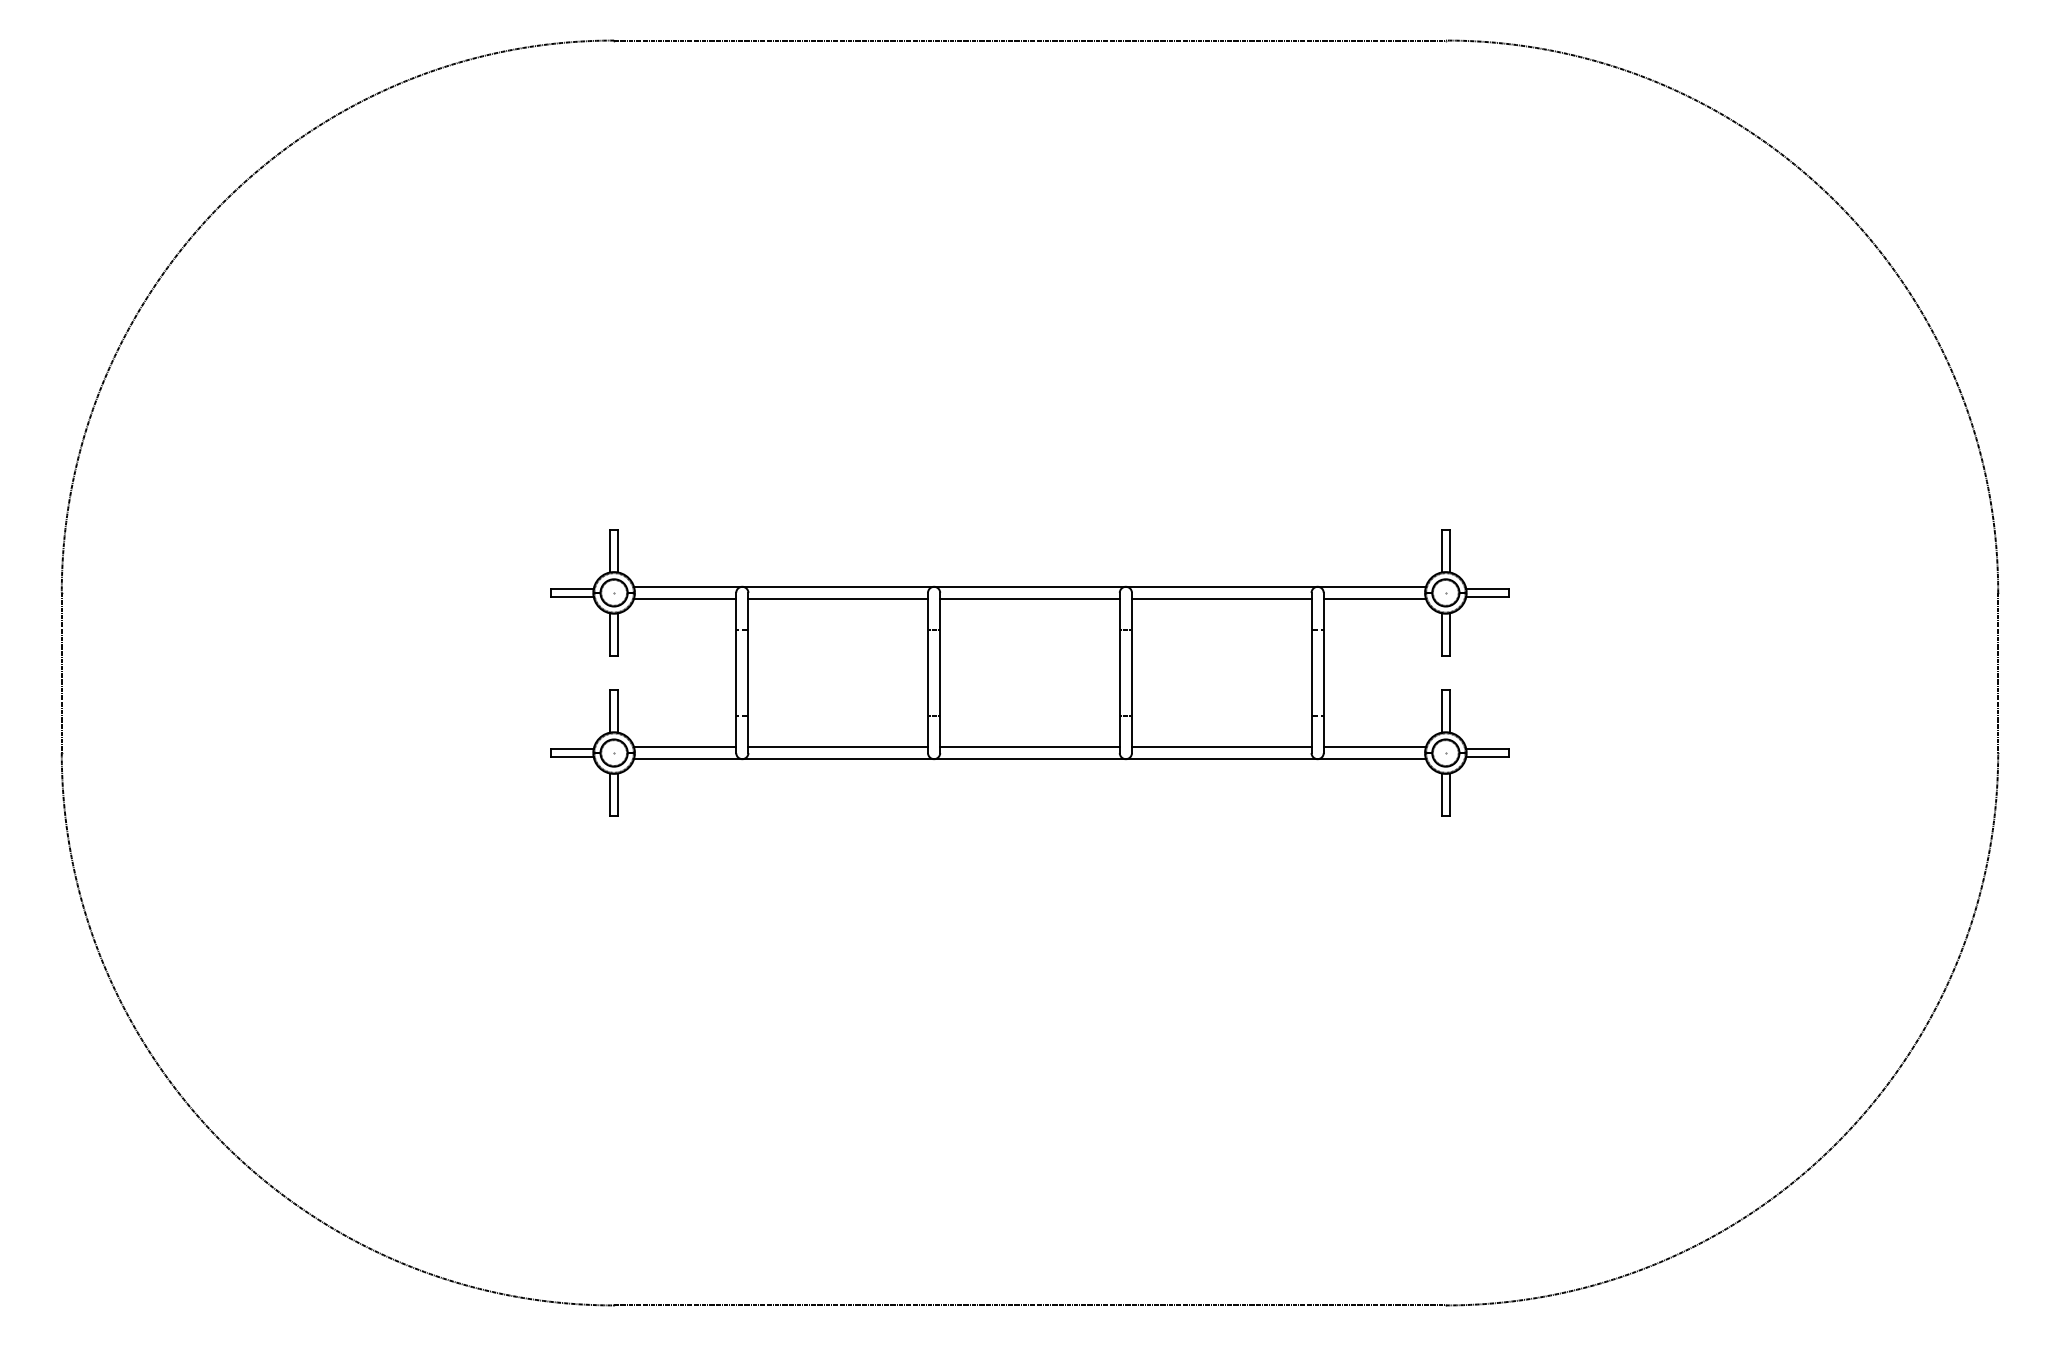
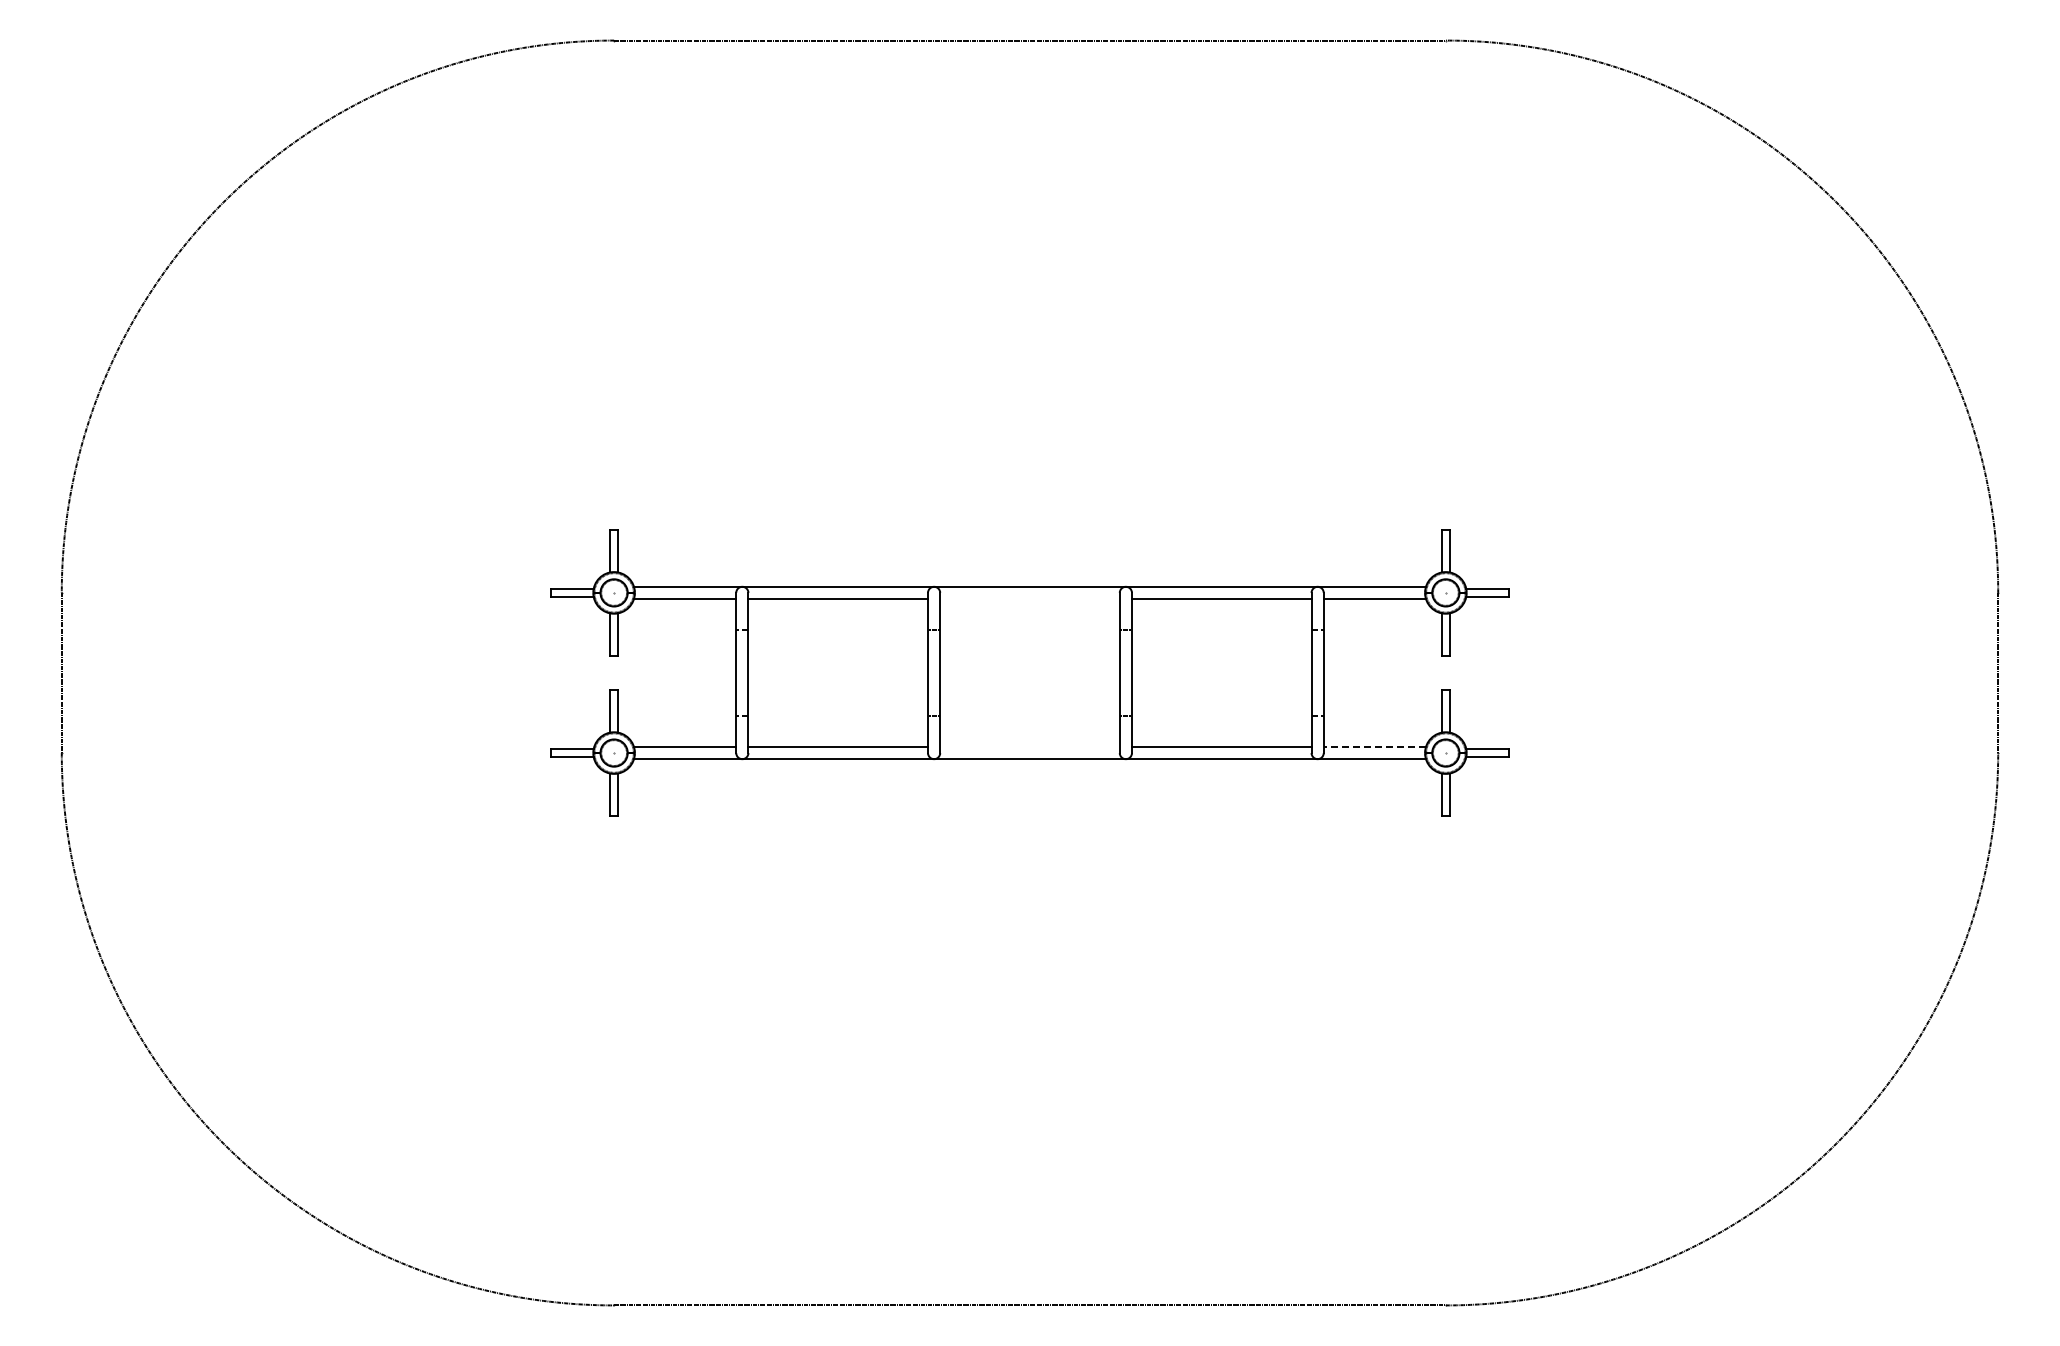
line at (1029, 599): present -> none
line at (1029, 746): present -> none
line at (1374, 746): solid -> dashed
